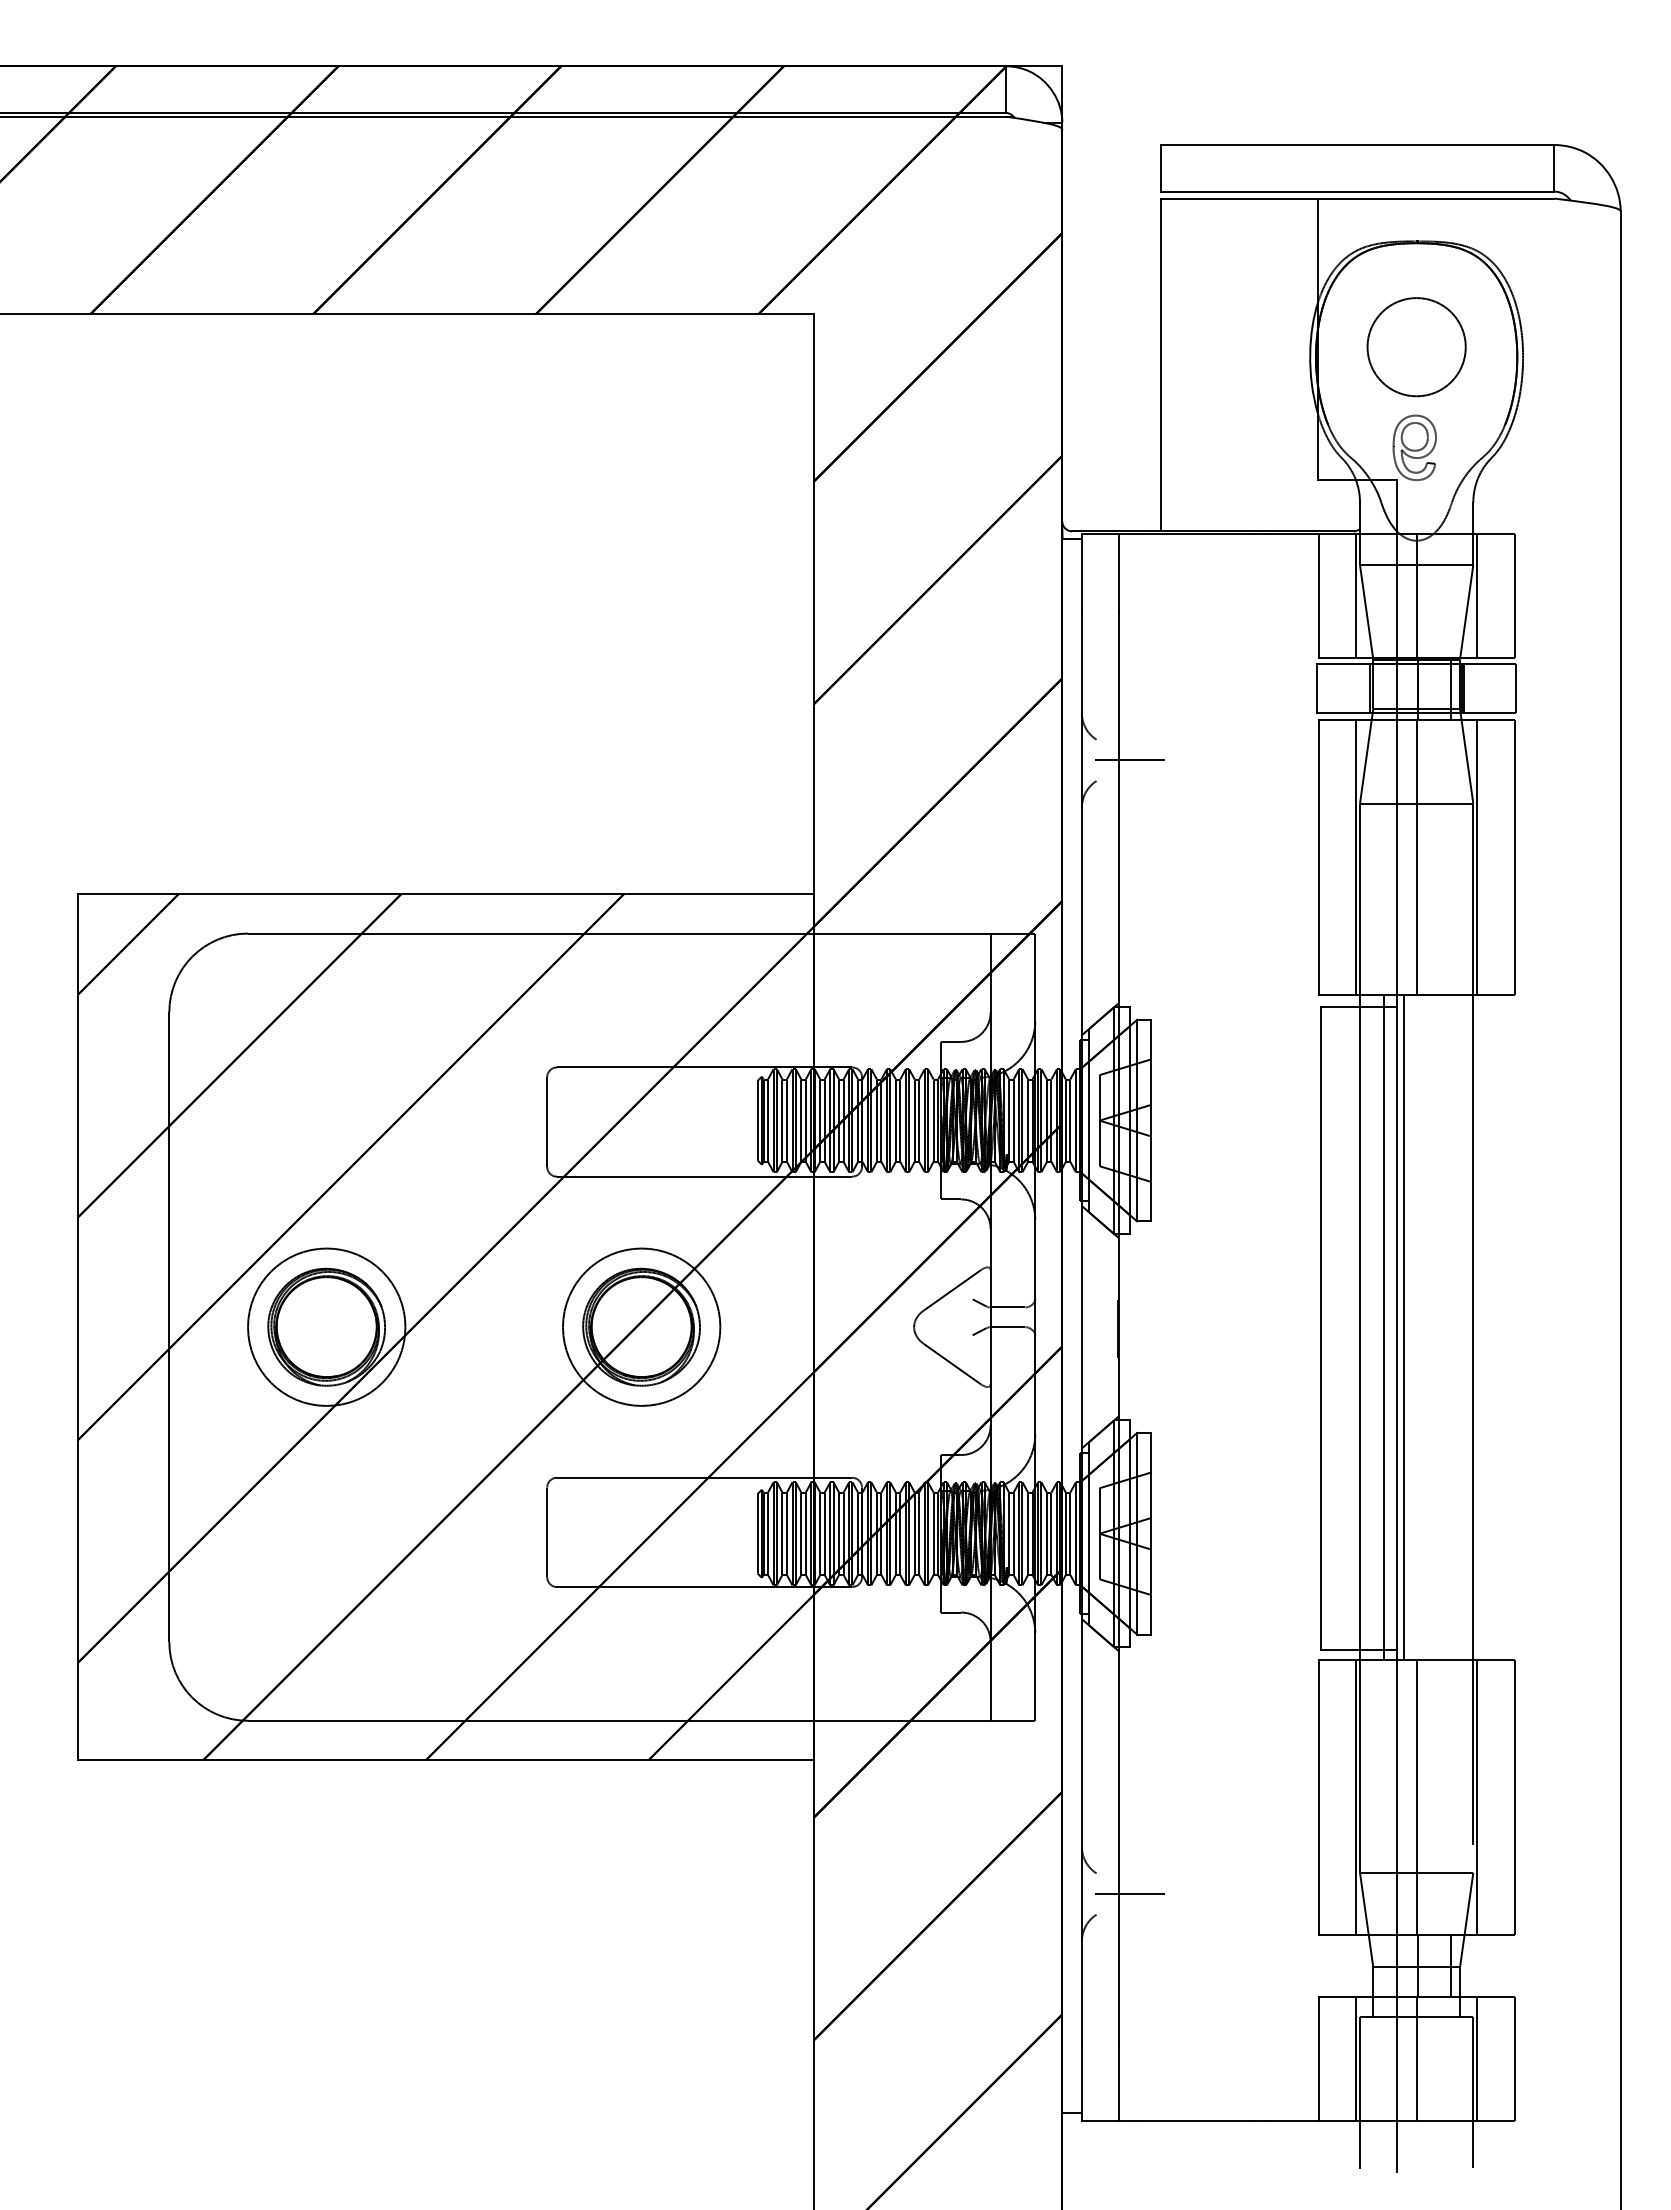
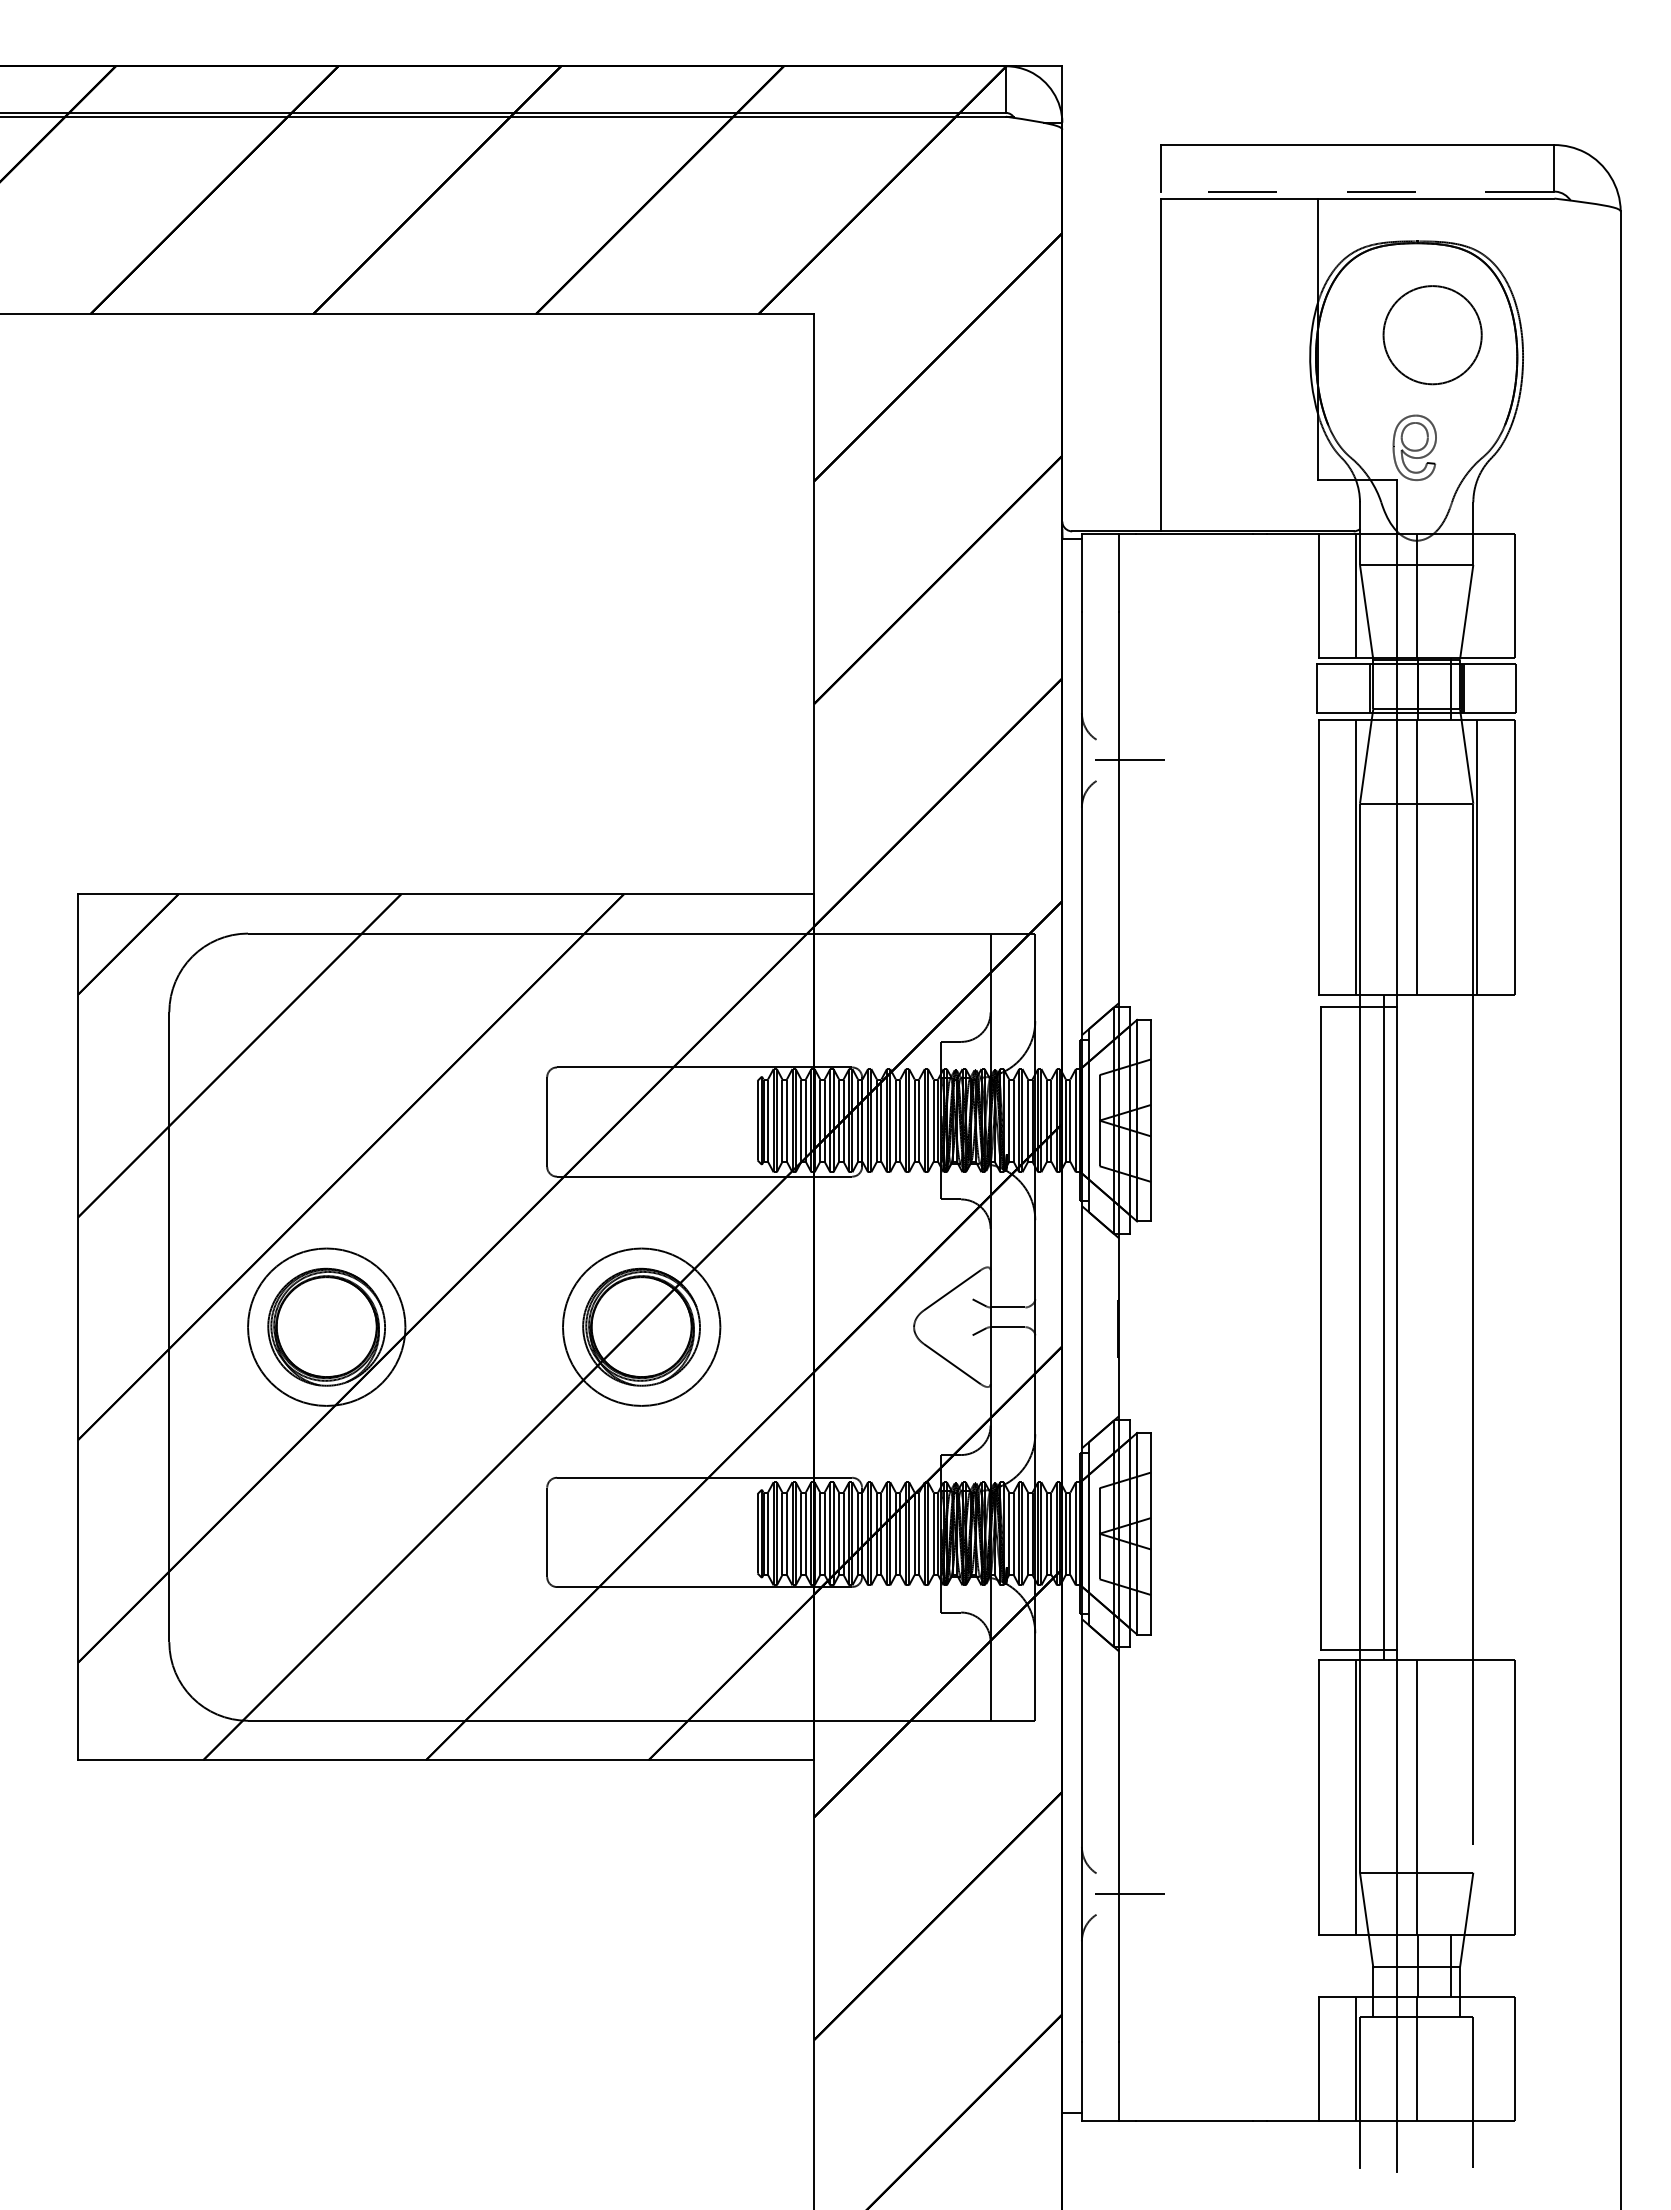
line at (1357, 191): solid -> dashed
circle at (1416, 347) position: (1416, 347) -> (1432, 335)
line at (1477, 595): present -> none
line at (1404, 1326): present -> none
line at (1477, 1796): present -> none
line at (1477, 2058): present -> none
